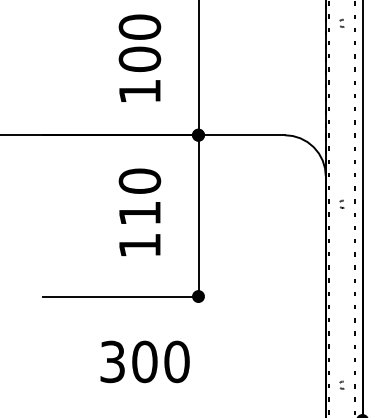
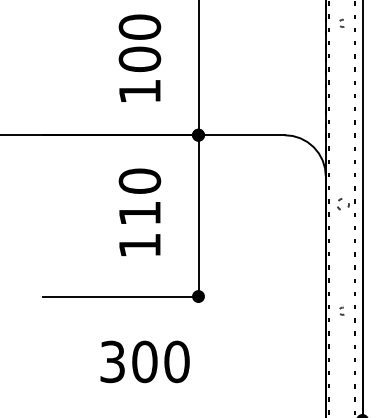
part at (341, 203) size: 6x10 px -> 13x13 px
part at (341, 384) position: (341, 384) -> (341, 310)
